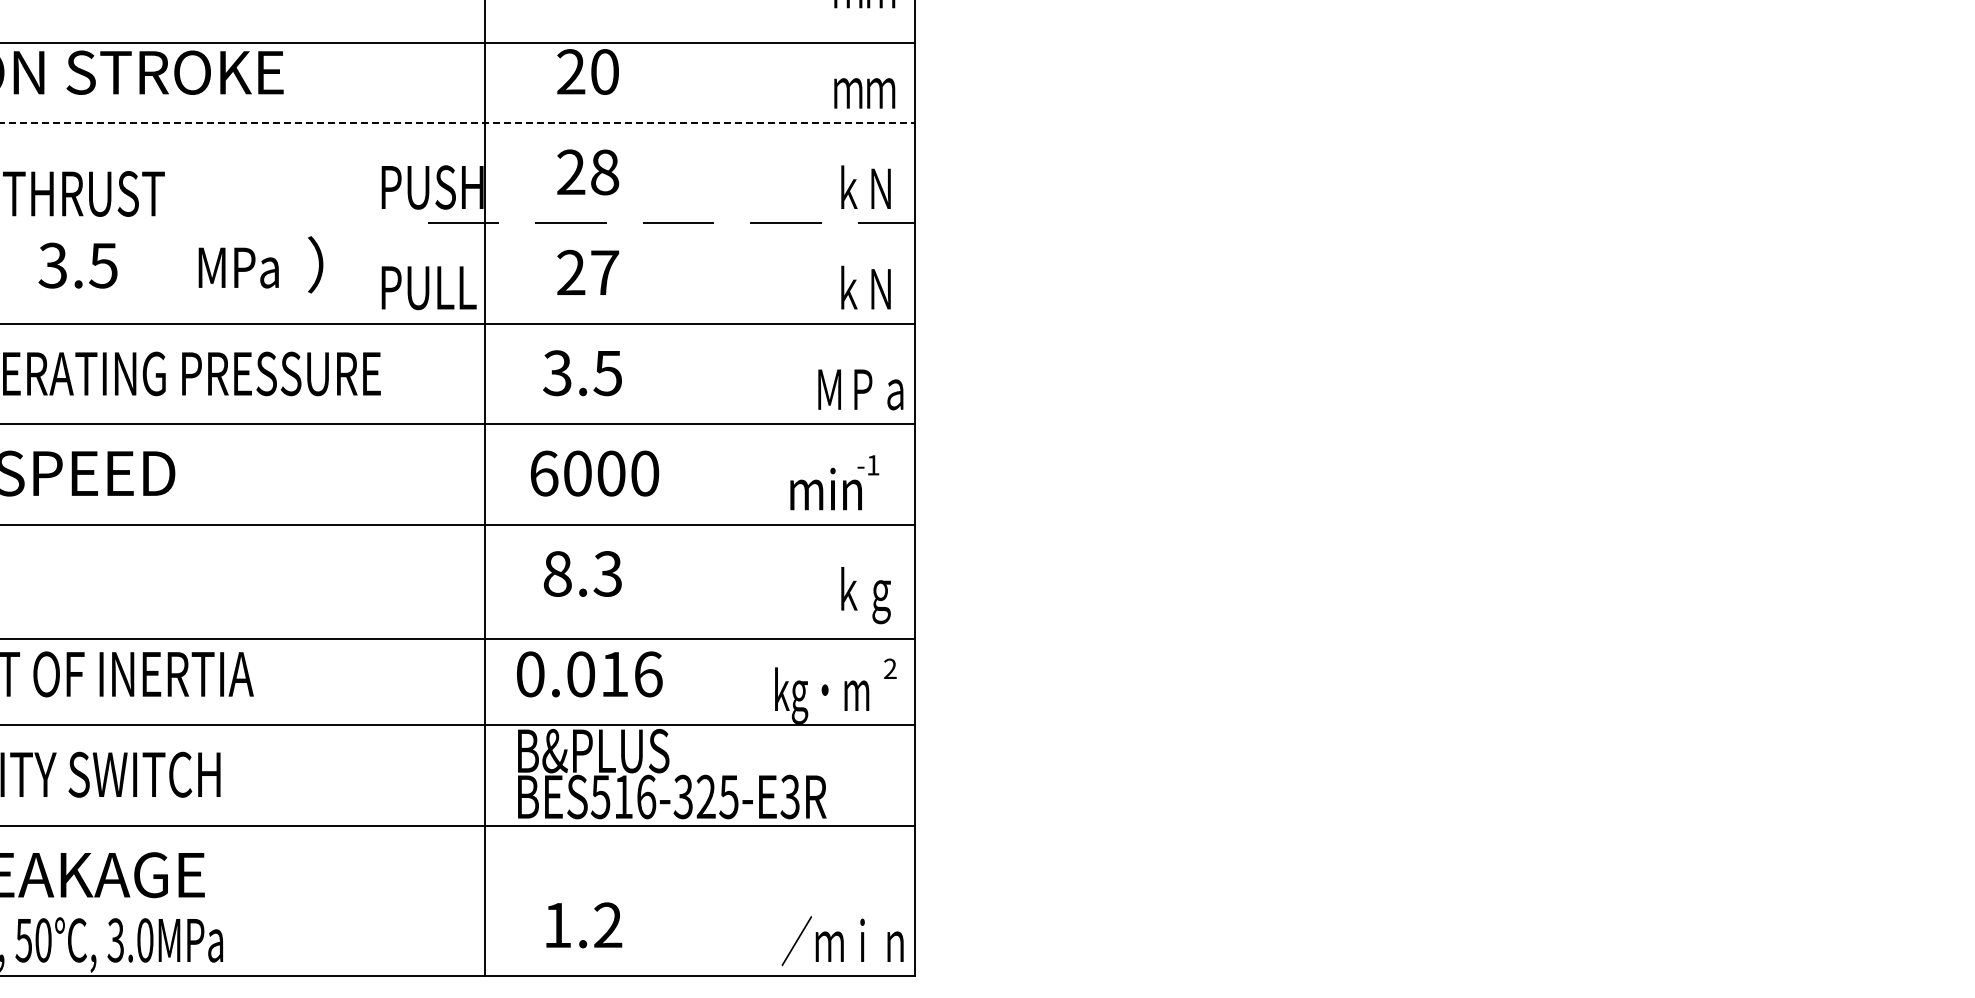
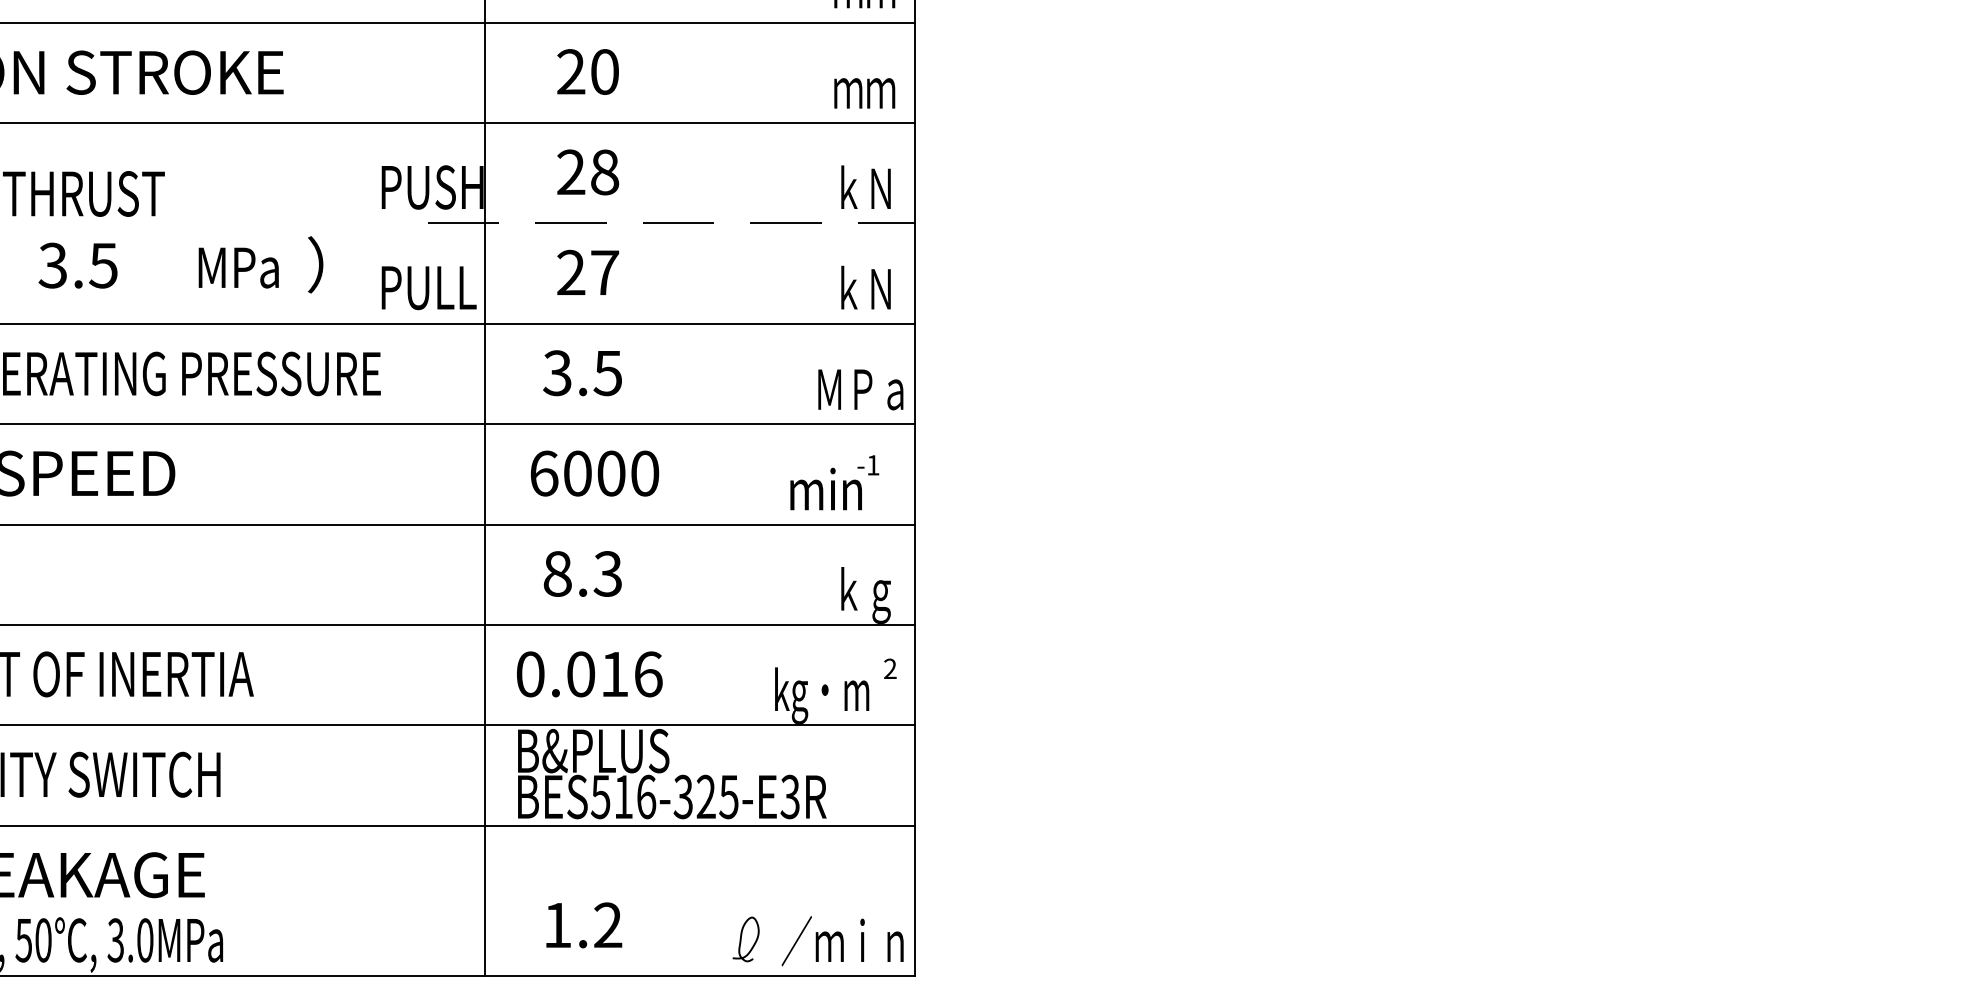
line at (458, 42) position: (458, 42) -> (458, 22)
line at (457, 122): dashed -> solid
line at (458, 638) position: (458, 638) -> (458, 624)
curve at (741, 939): none -> present
